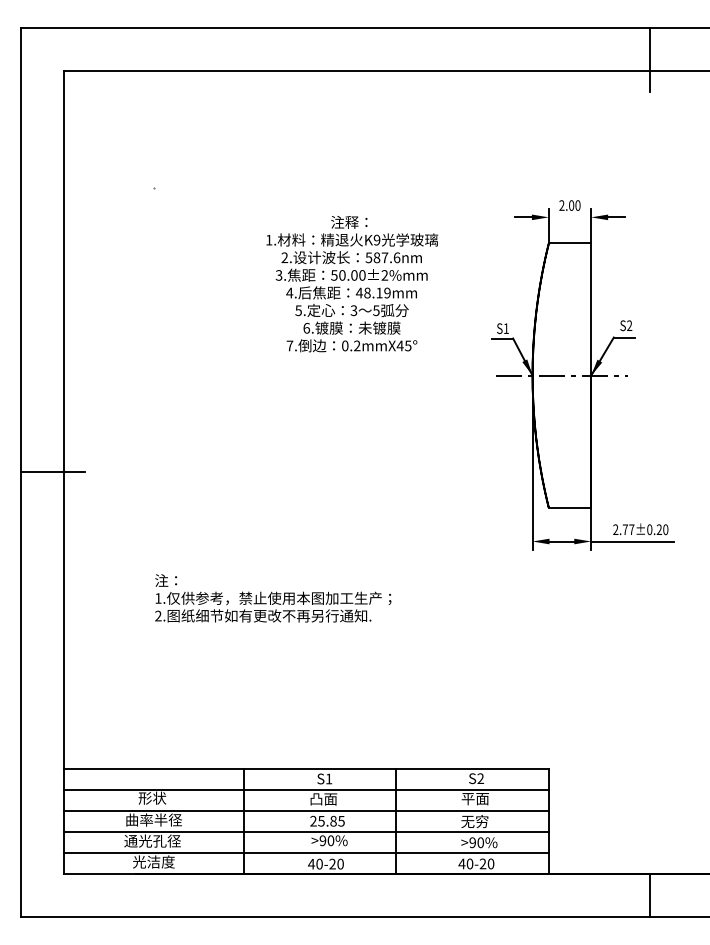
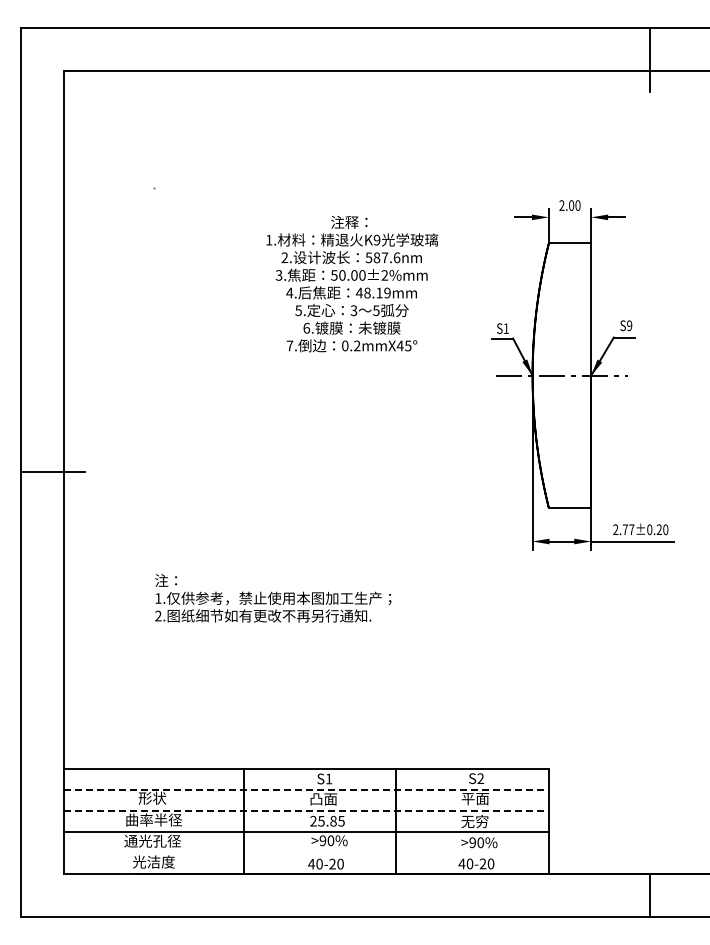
text at (629, 326): S2 -> S9
line at (306, 789): solid -> dashed
line at (306, 810): solid -> dashed
line at (305, 853): present -> none
